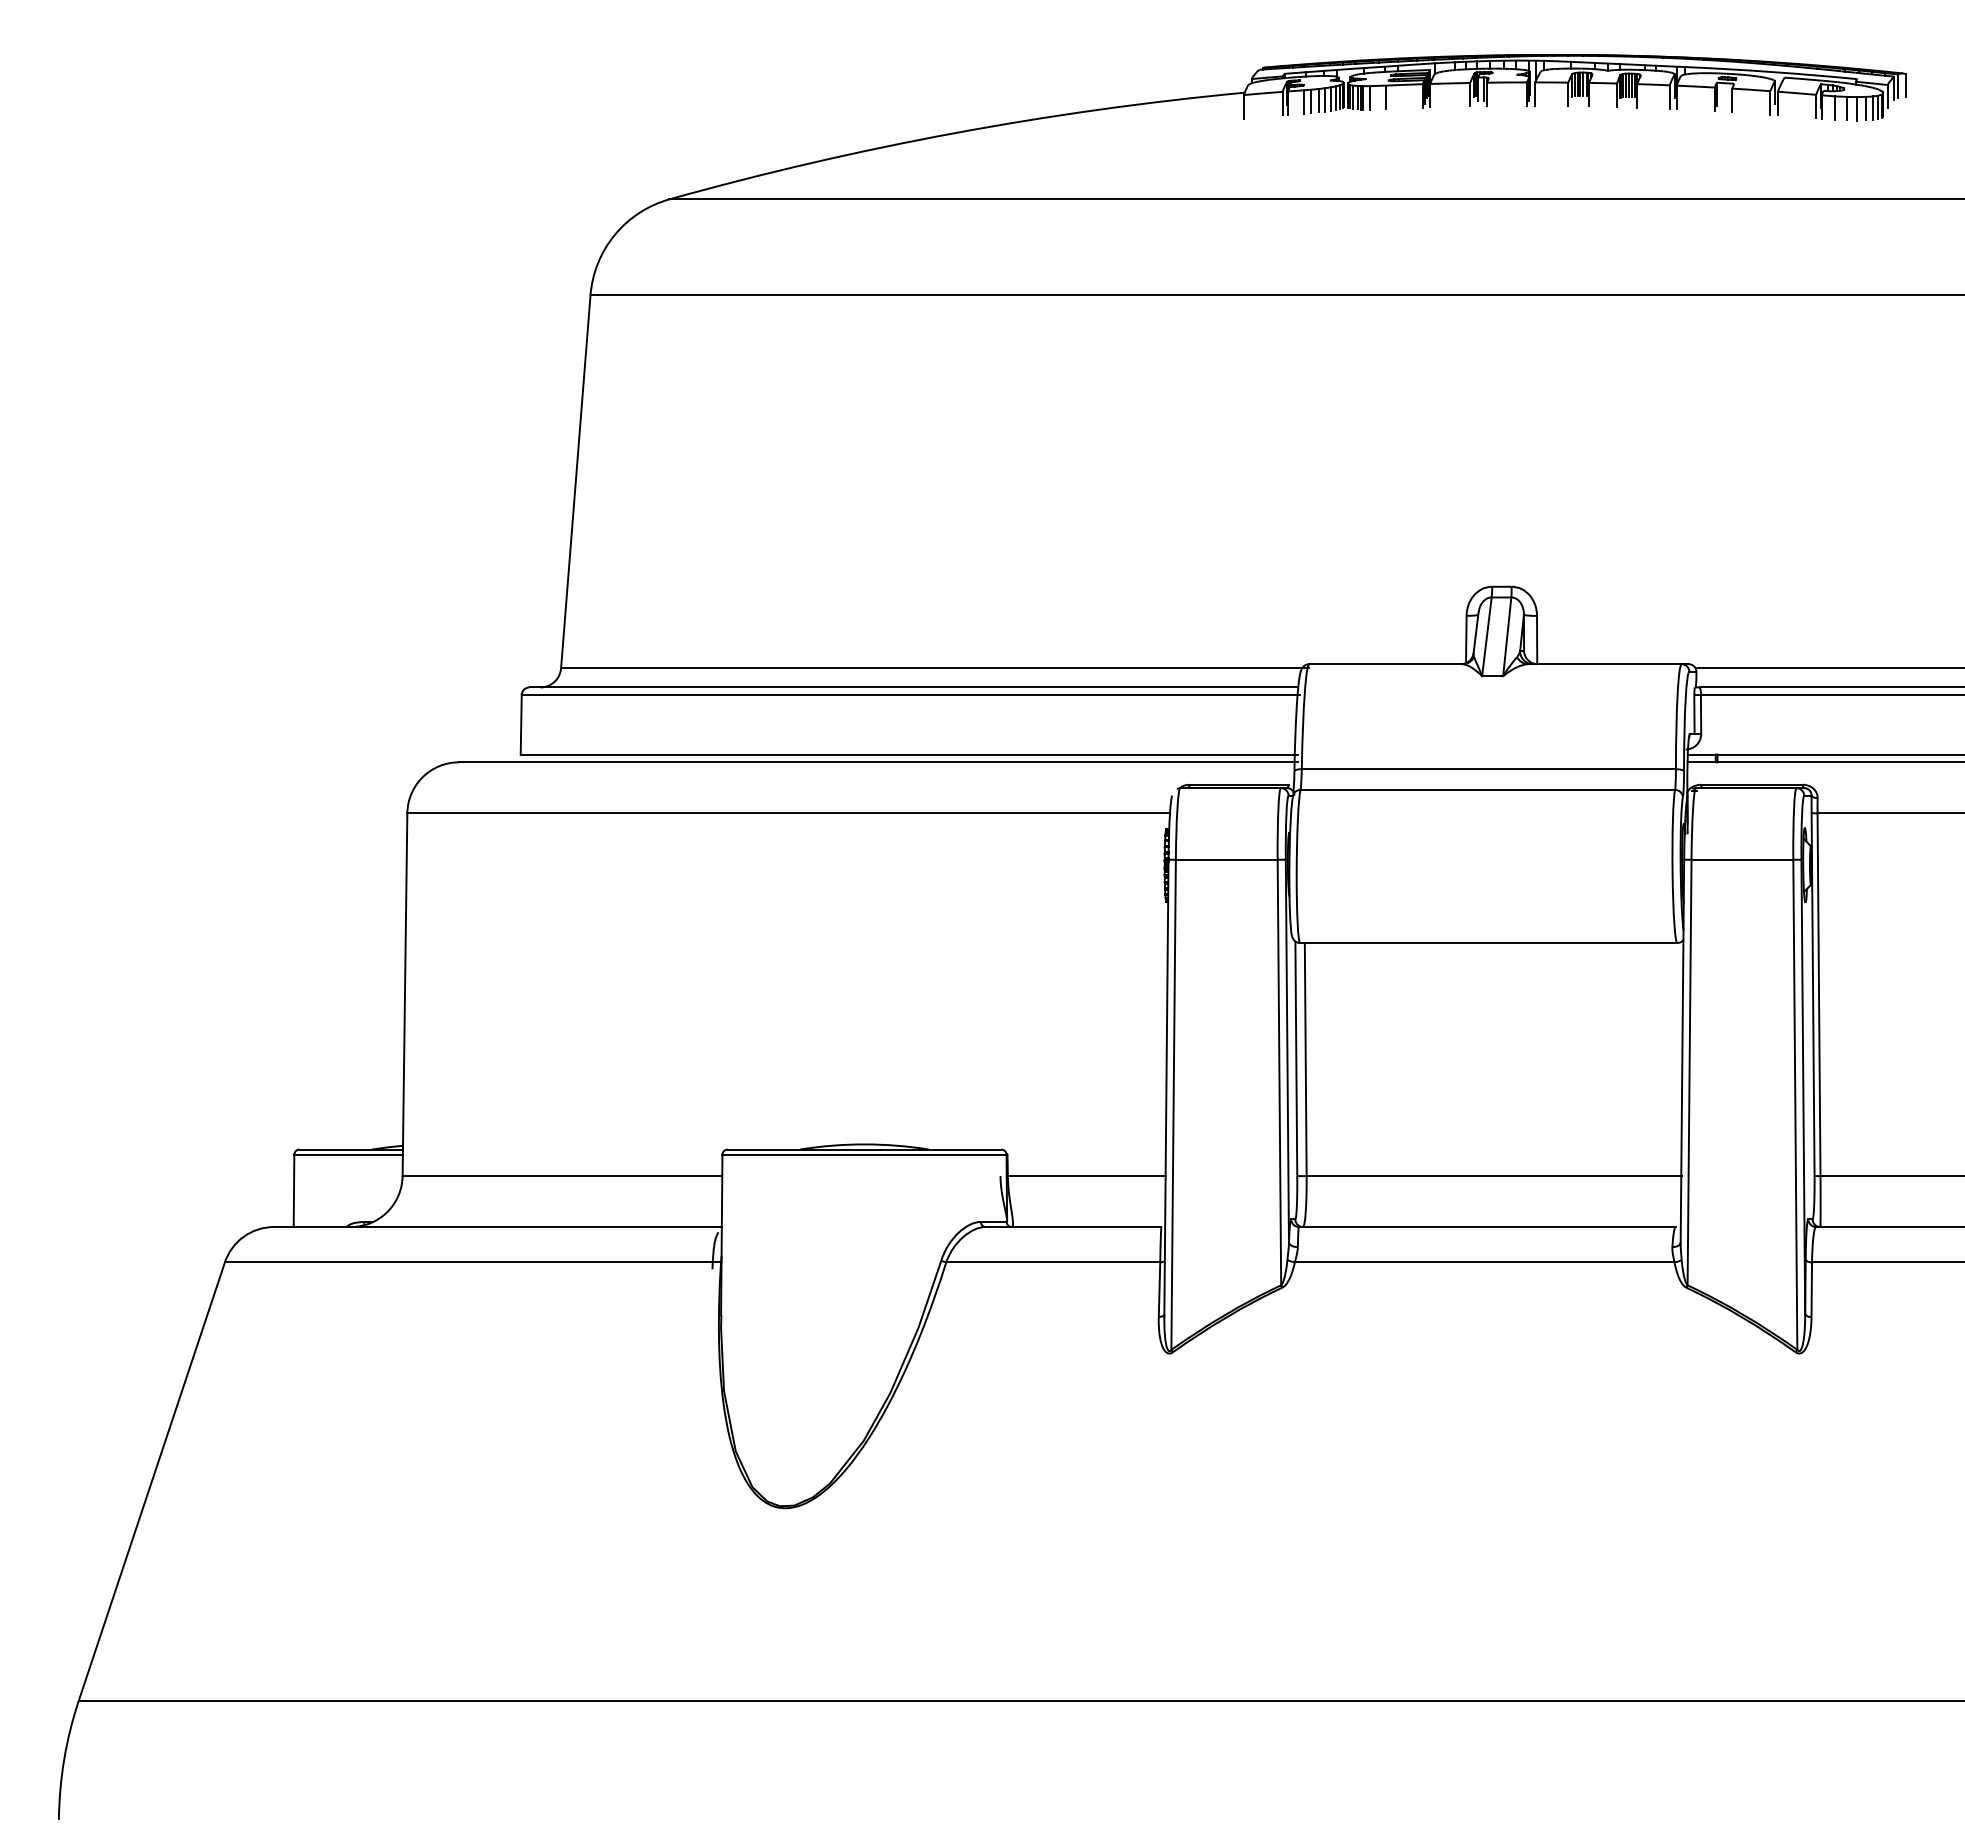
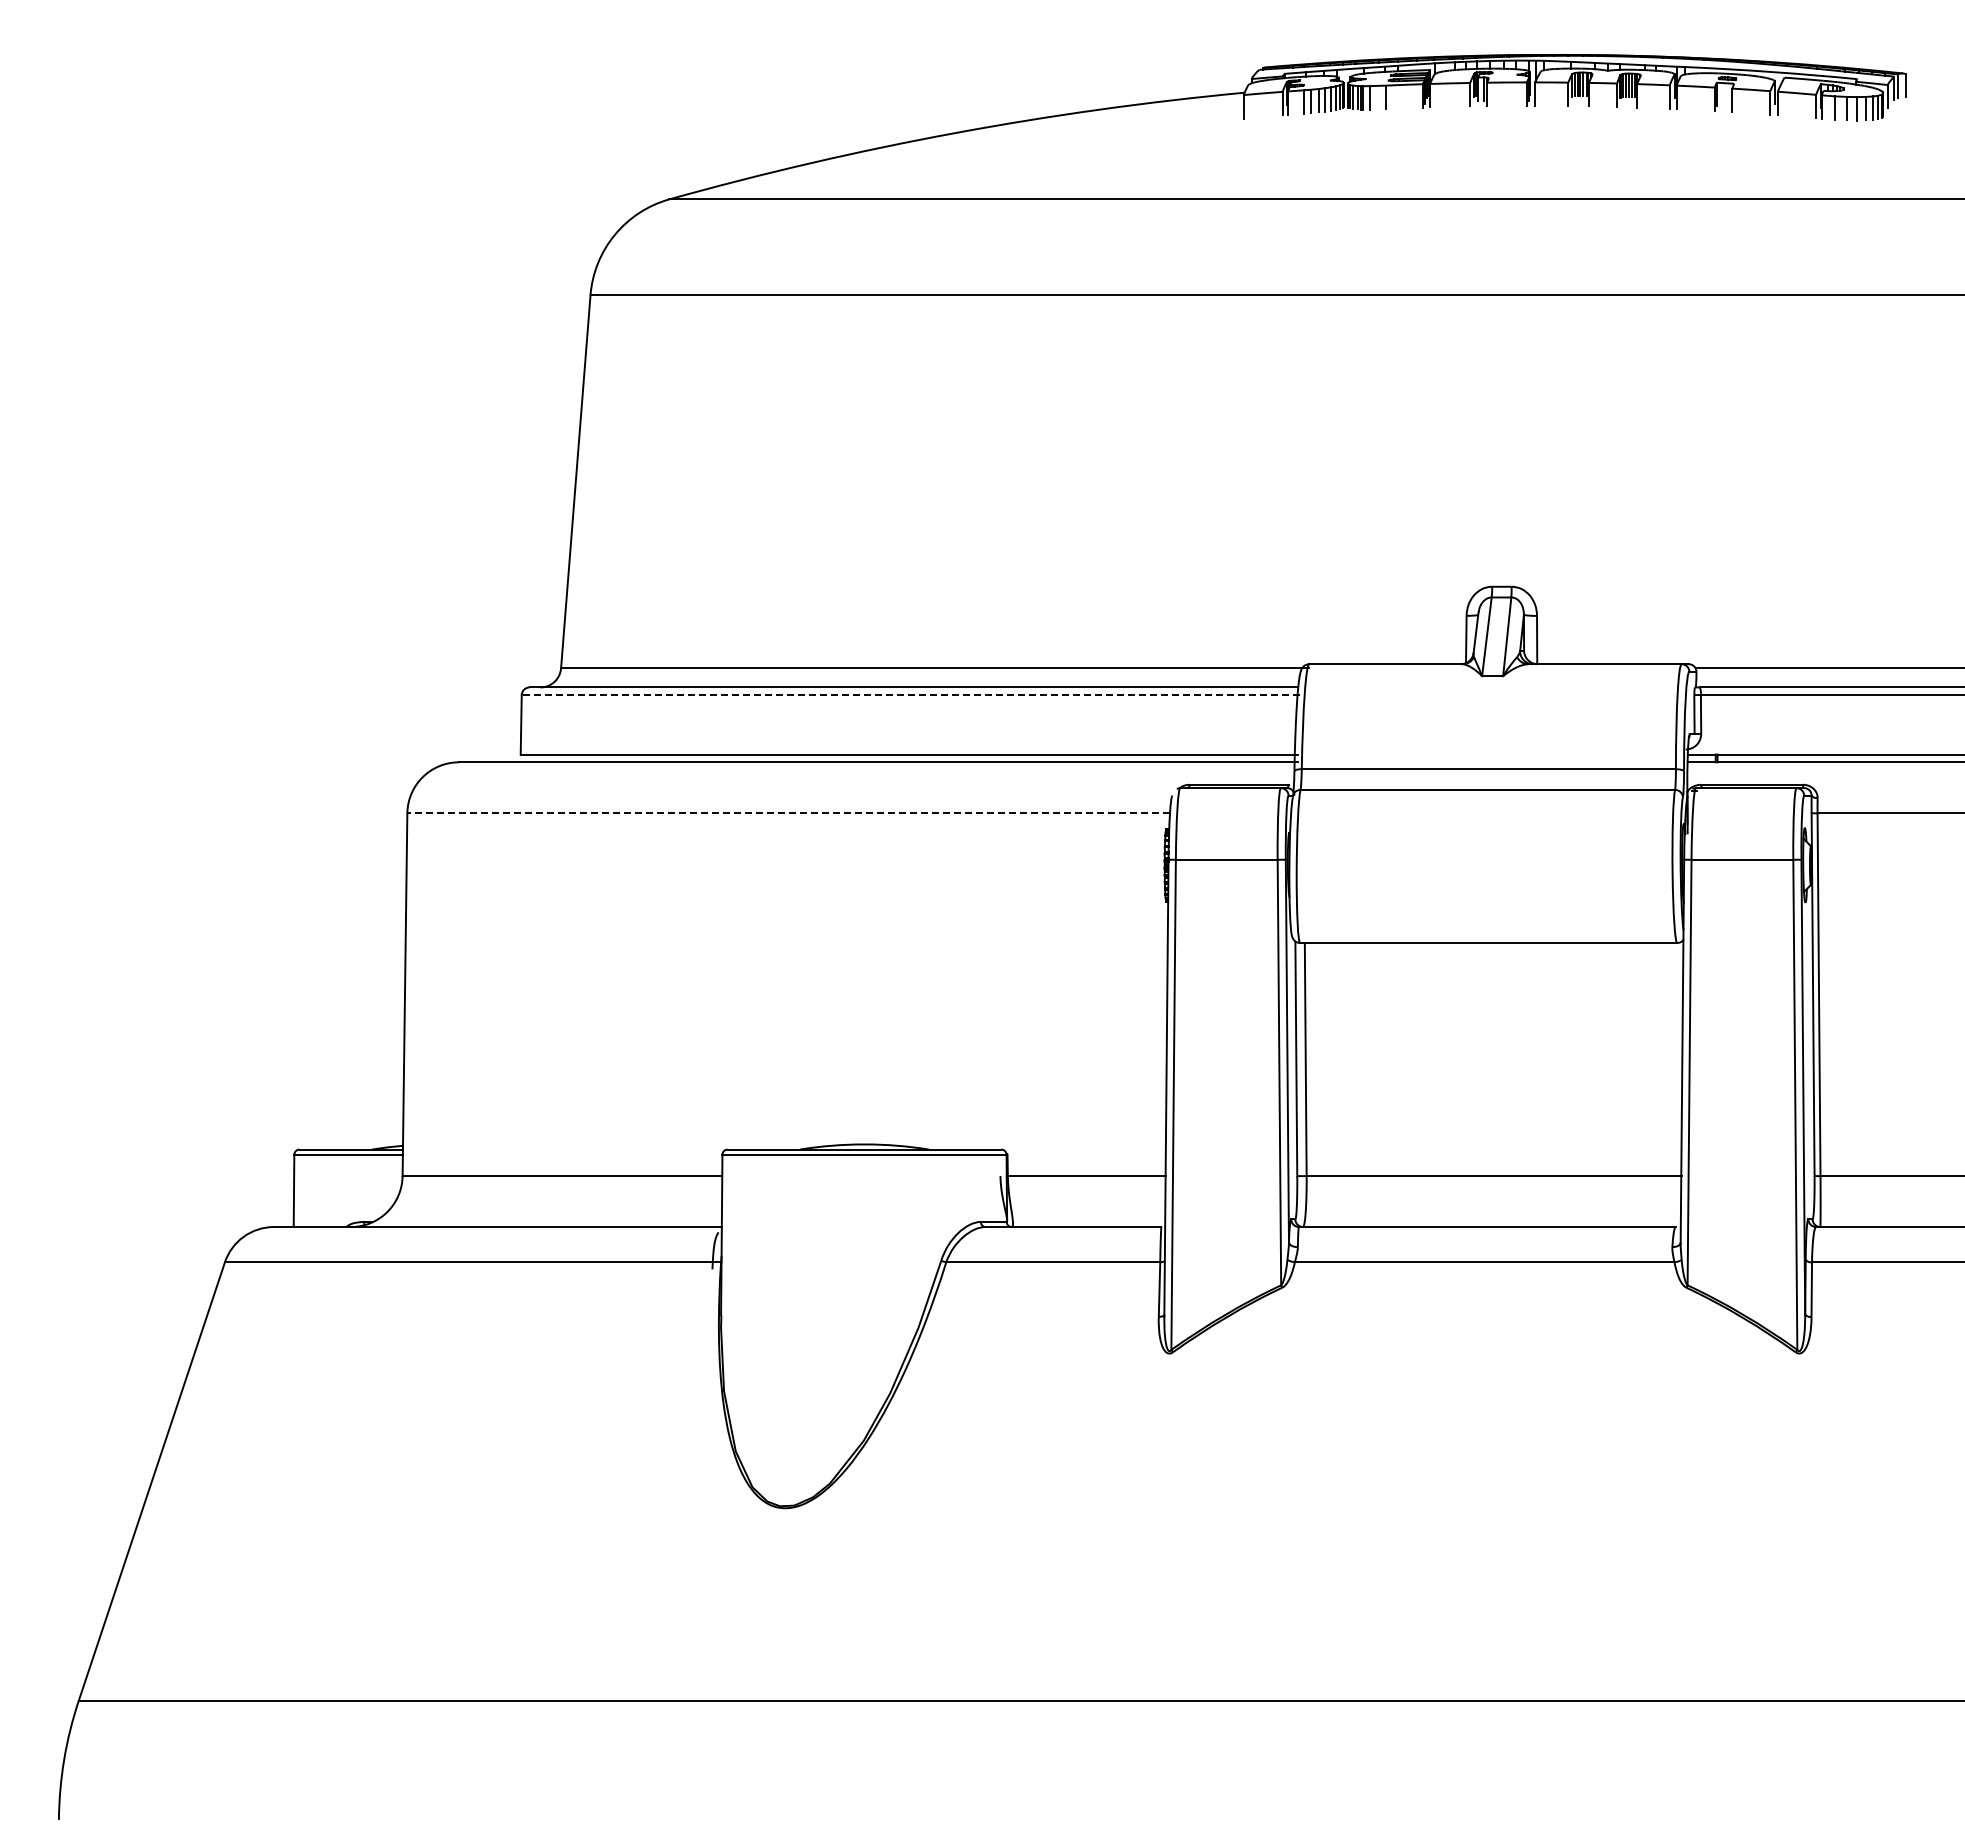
line at (910, 695): solid -> dashed
line at (788, 813): solid -> dashed
